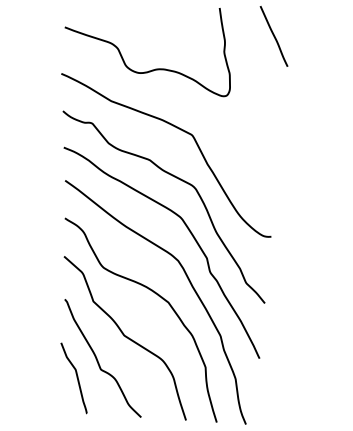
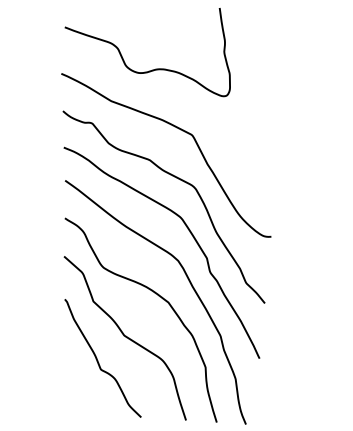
line at (273, 36): present -> none
curve at (76, 378): present -> none
